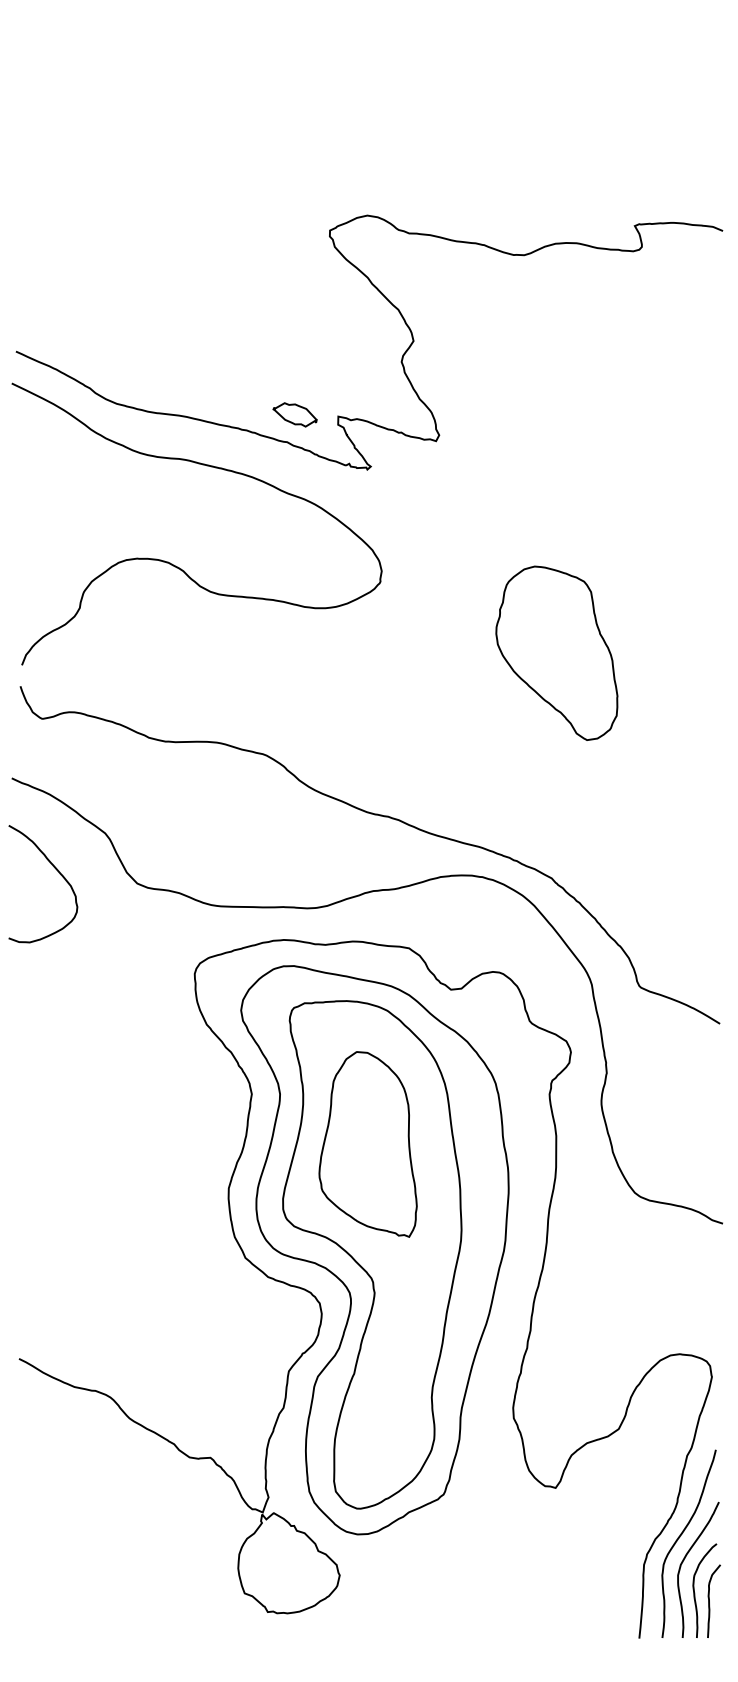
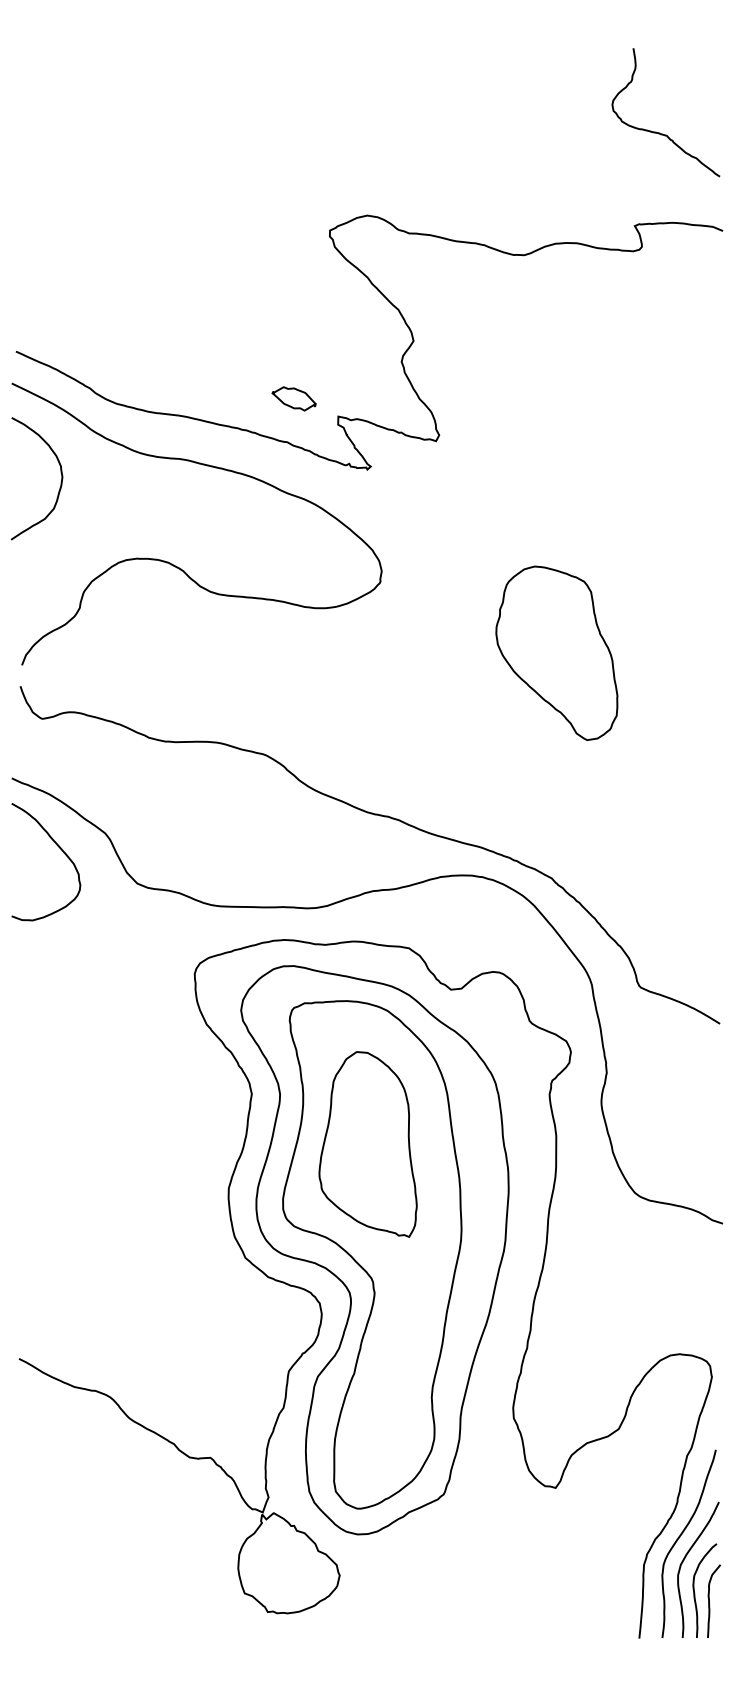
curve at (659, 132): none -> present
part at (294, 414) position: (294, 414) -> (293, 398)
curve at (60, 482): none -> present
curve at (56, 870) position: (56, 870) -> (59, 848)
